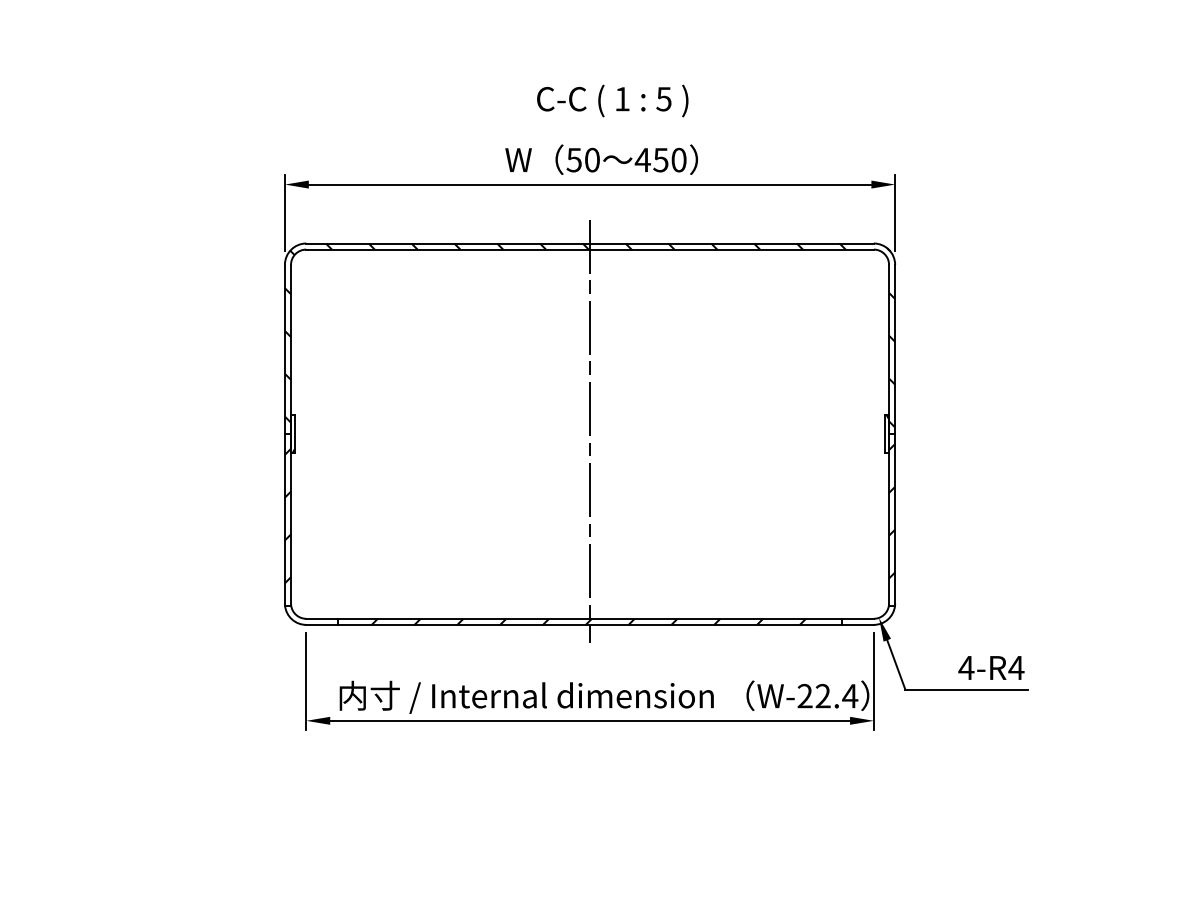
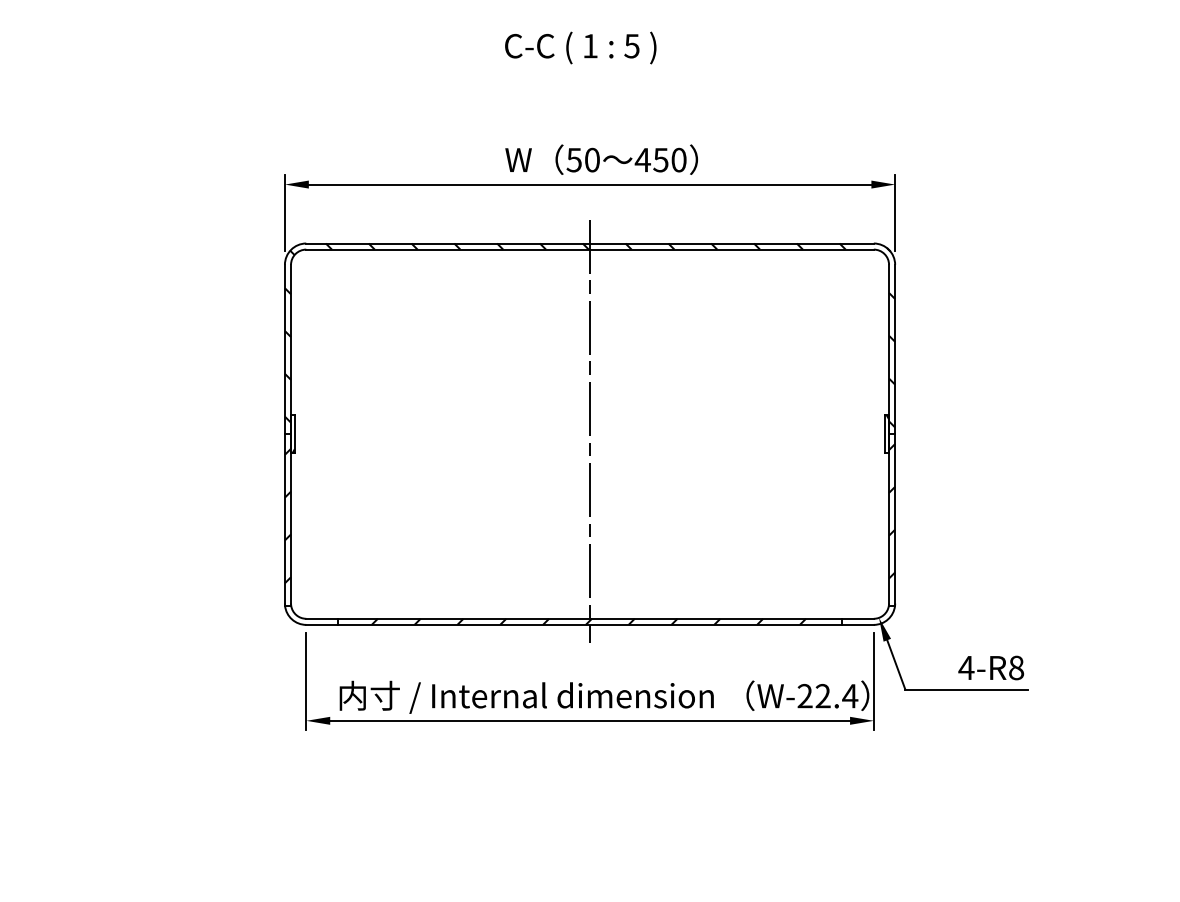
text at (612, 100) position: (612, 100) -> (580, 47)
text at (1016, 667): 4-R4 -> 4-R8
